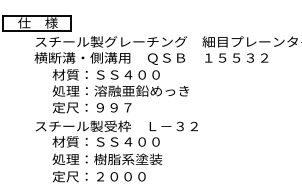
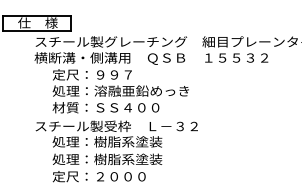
text at (105, 74): 材質：ＳＳ４００ -> 定尺：９９７
text at (105, 107): 定尺：９９７ -> 材質：ＳＳ４００
text at (107, 141): 材質：ＳＳ４００ -> 処理：樹脂系塗装
